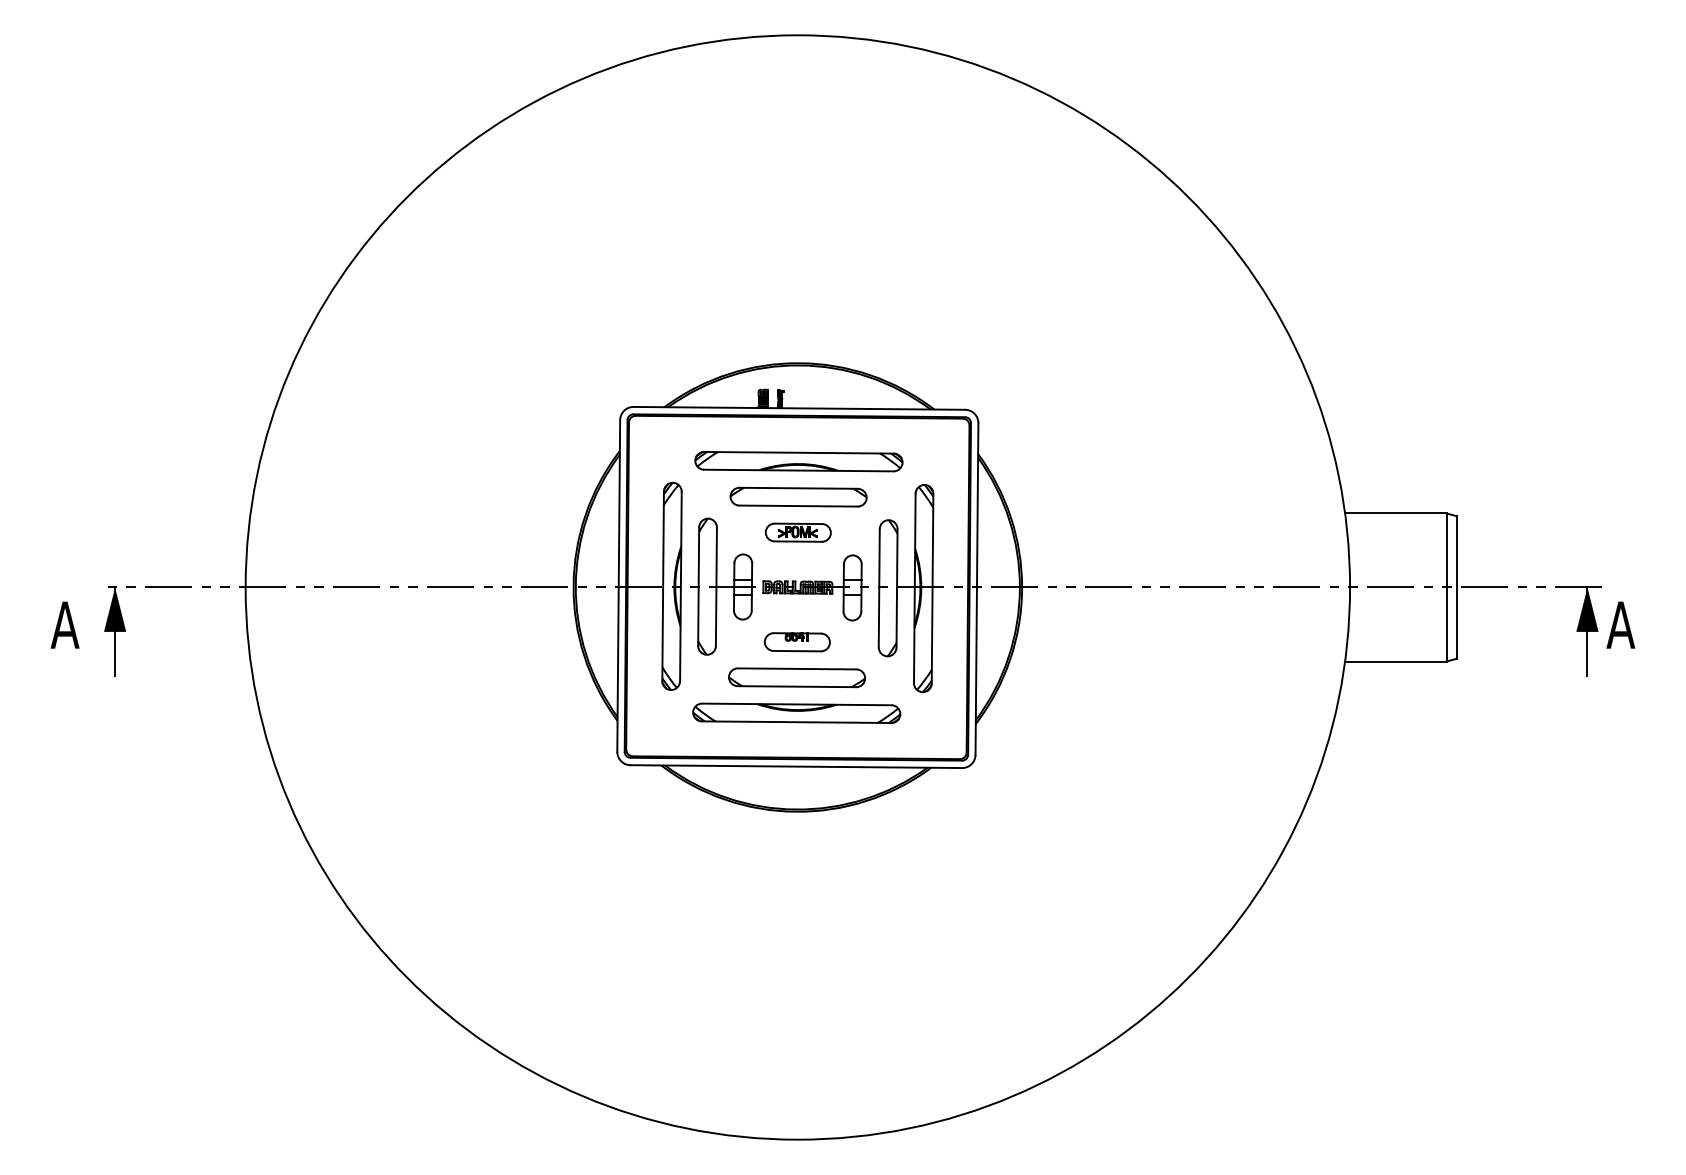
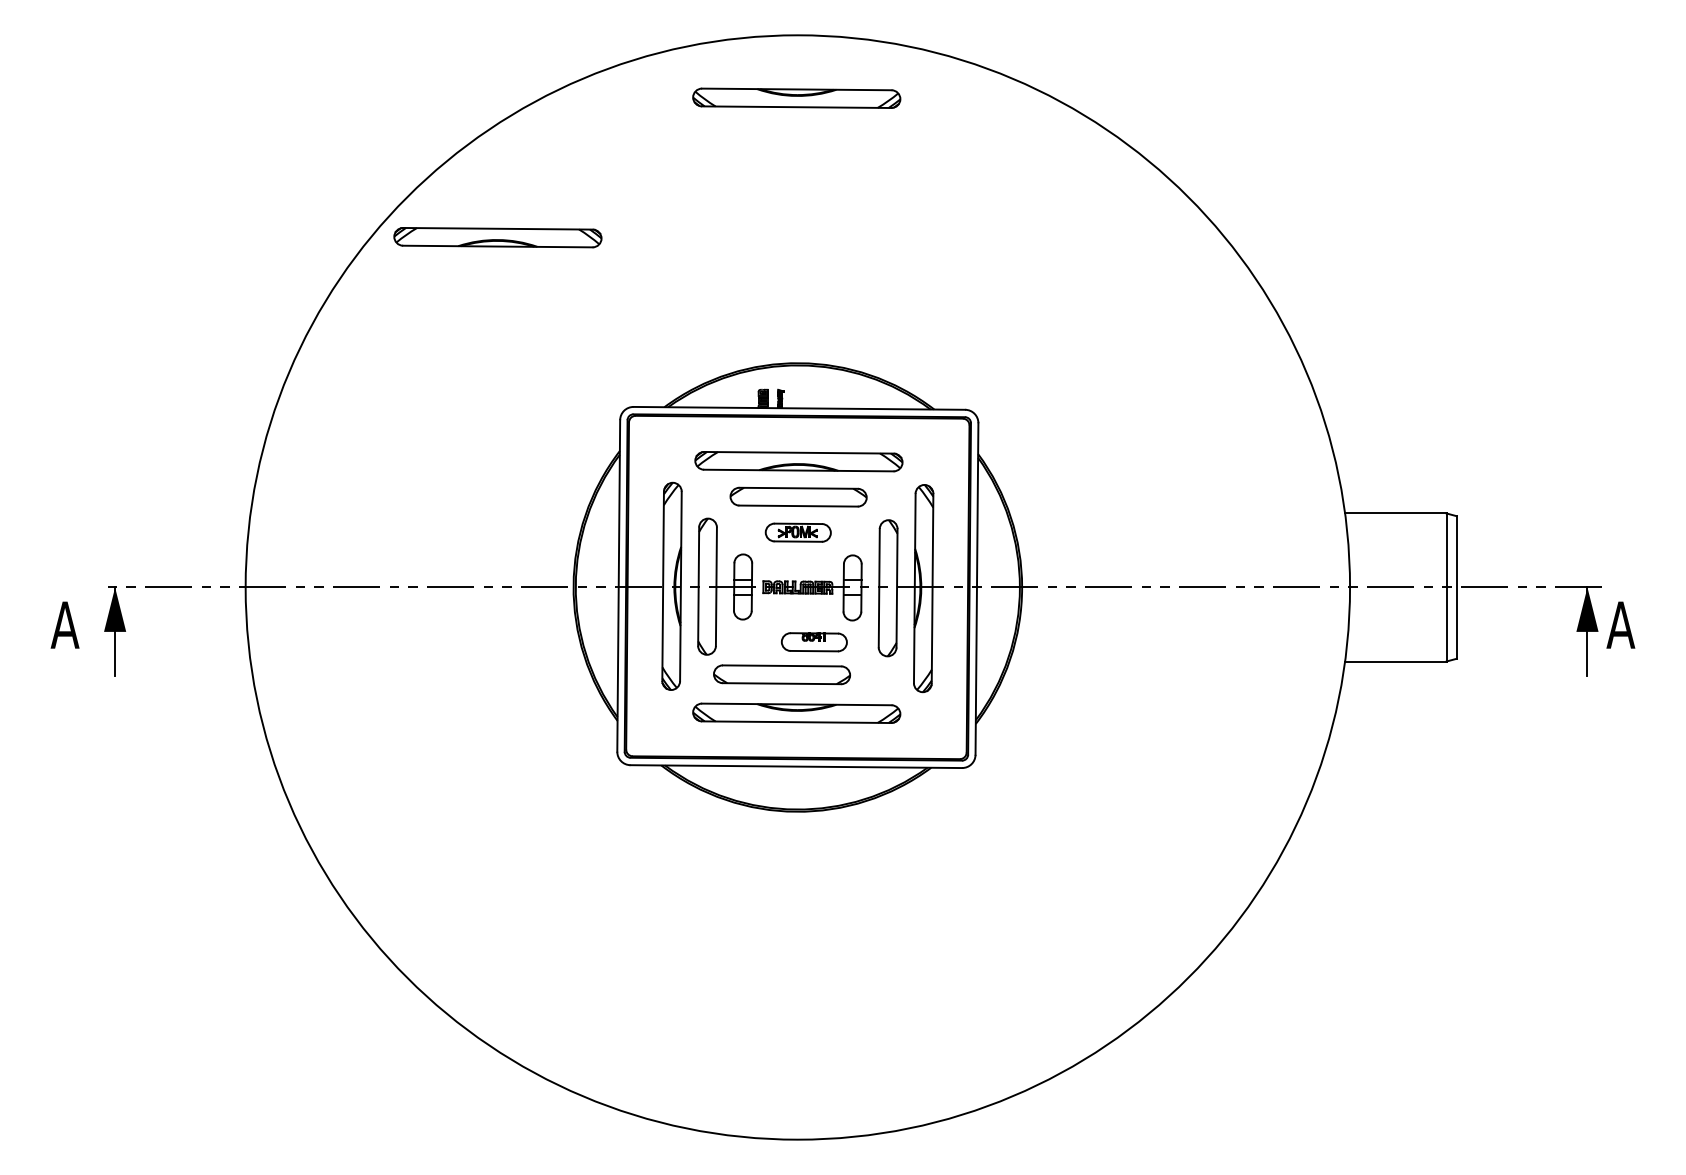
part at (796, 97): none -> present
part at (497, 237): none -> present
part at (797, 642) position: (797, 642) -> (814, 642)
part at (797, 677) position: (797, 677) -> (782, 674)
